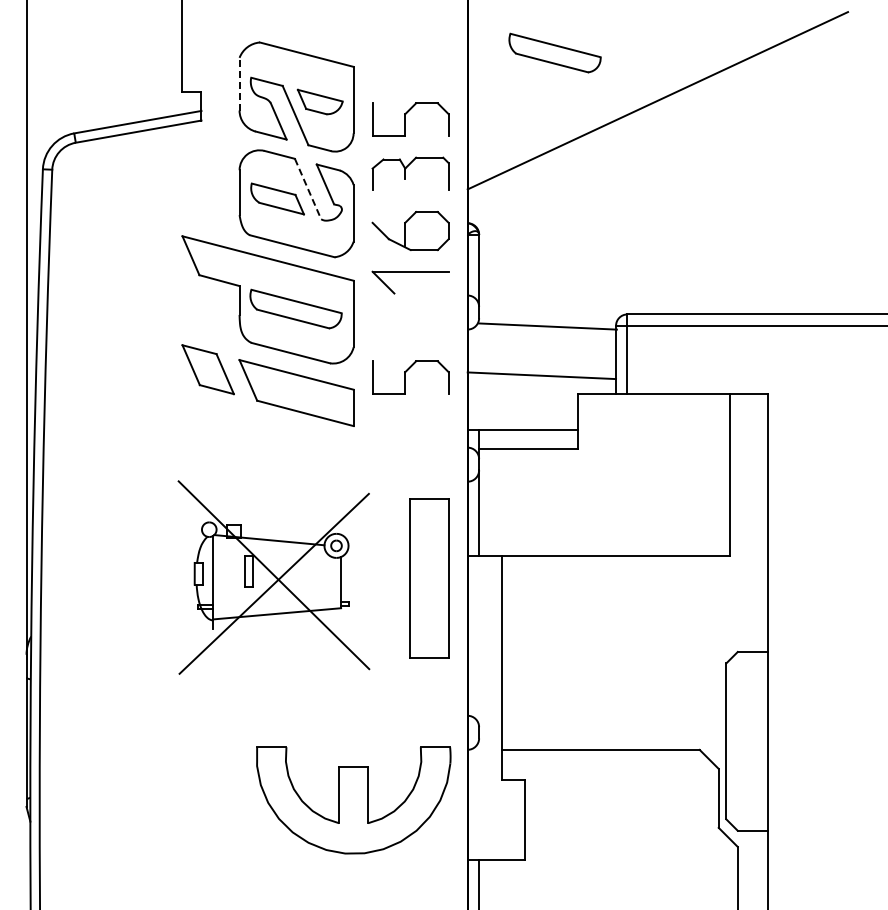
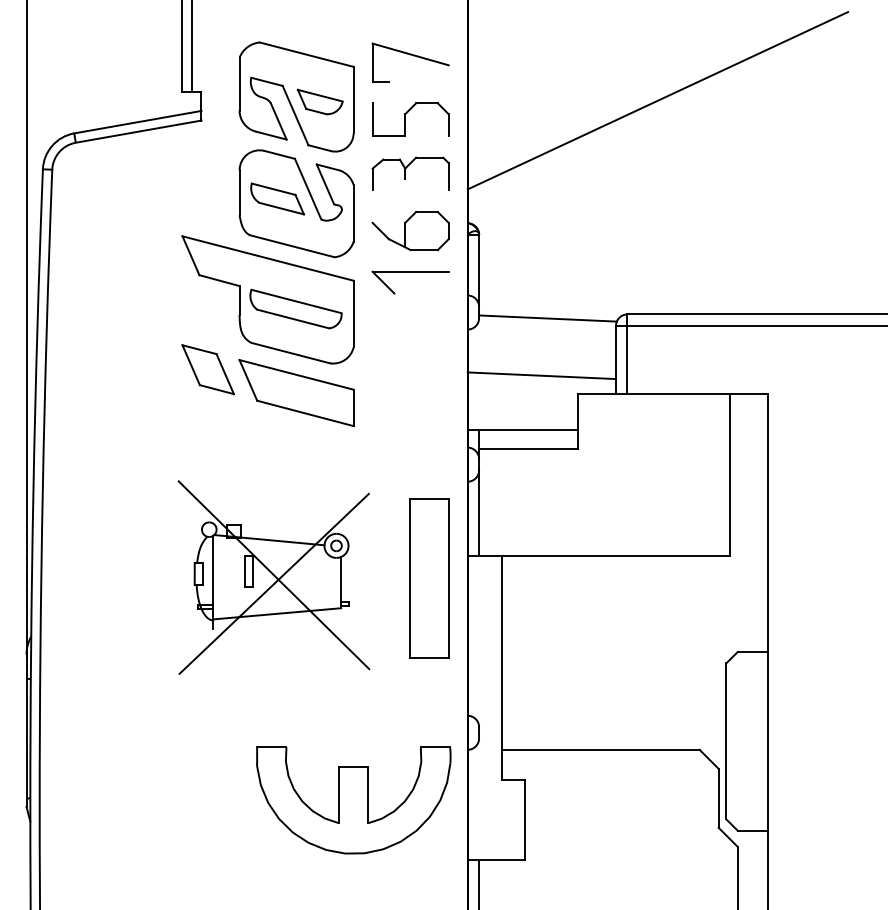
line at (191, 46): none -> present
part at (554, 52): present -> none
part at (413, 56): none -> present
line at (239, 83): dashed -> solid
line at (308, 189): dashed -> solid
line at (547, 326) position: (547, 326) -> (547, 318)
part at (410, 377): present -> none
